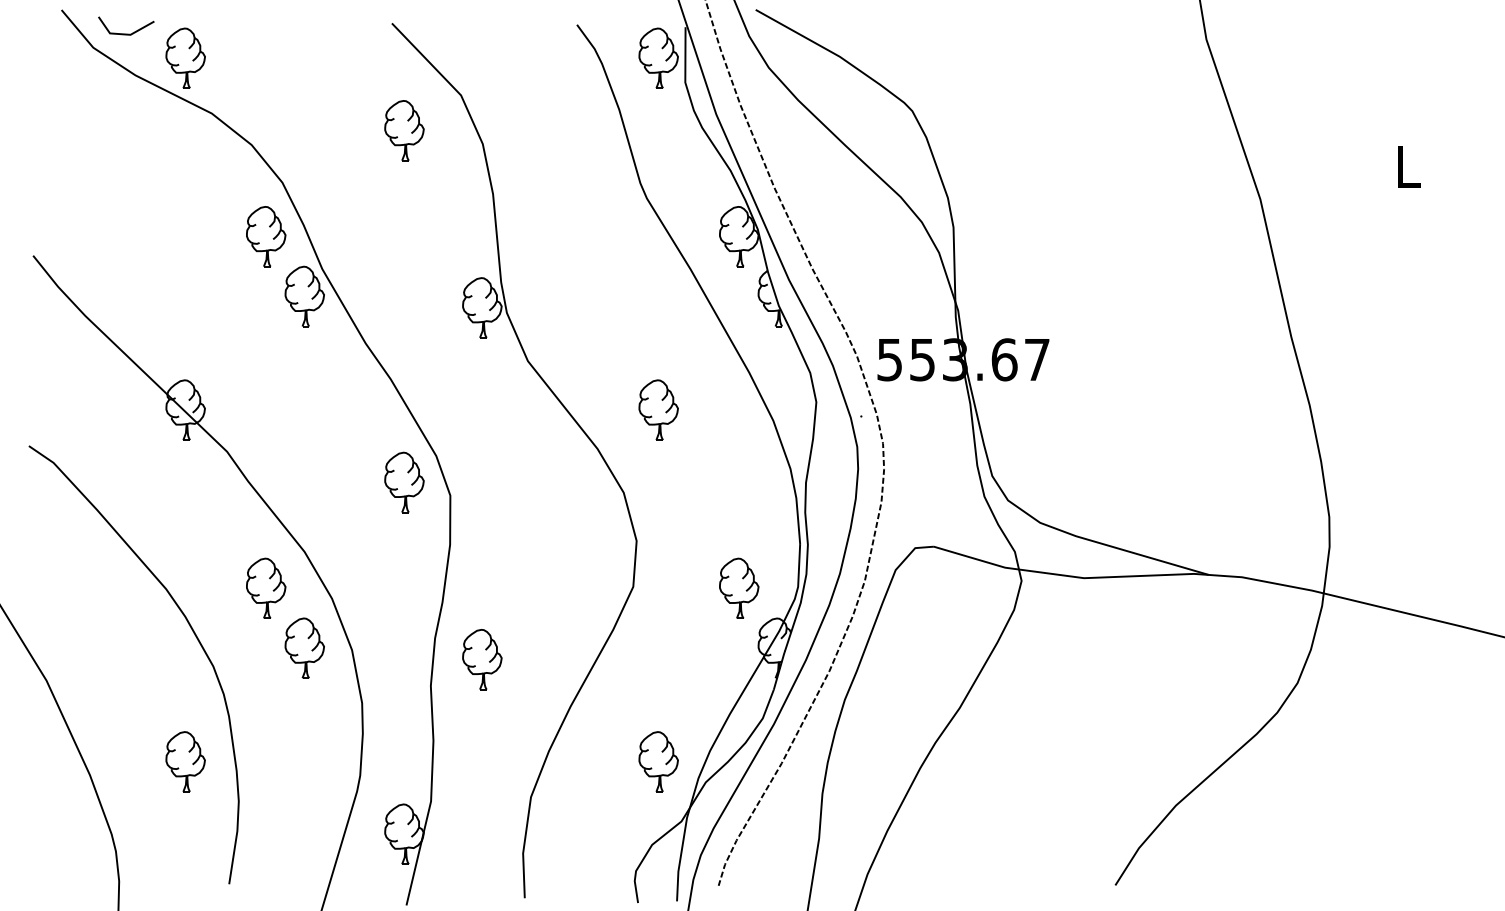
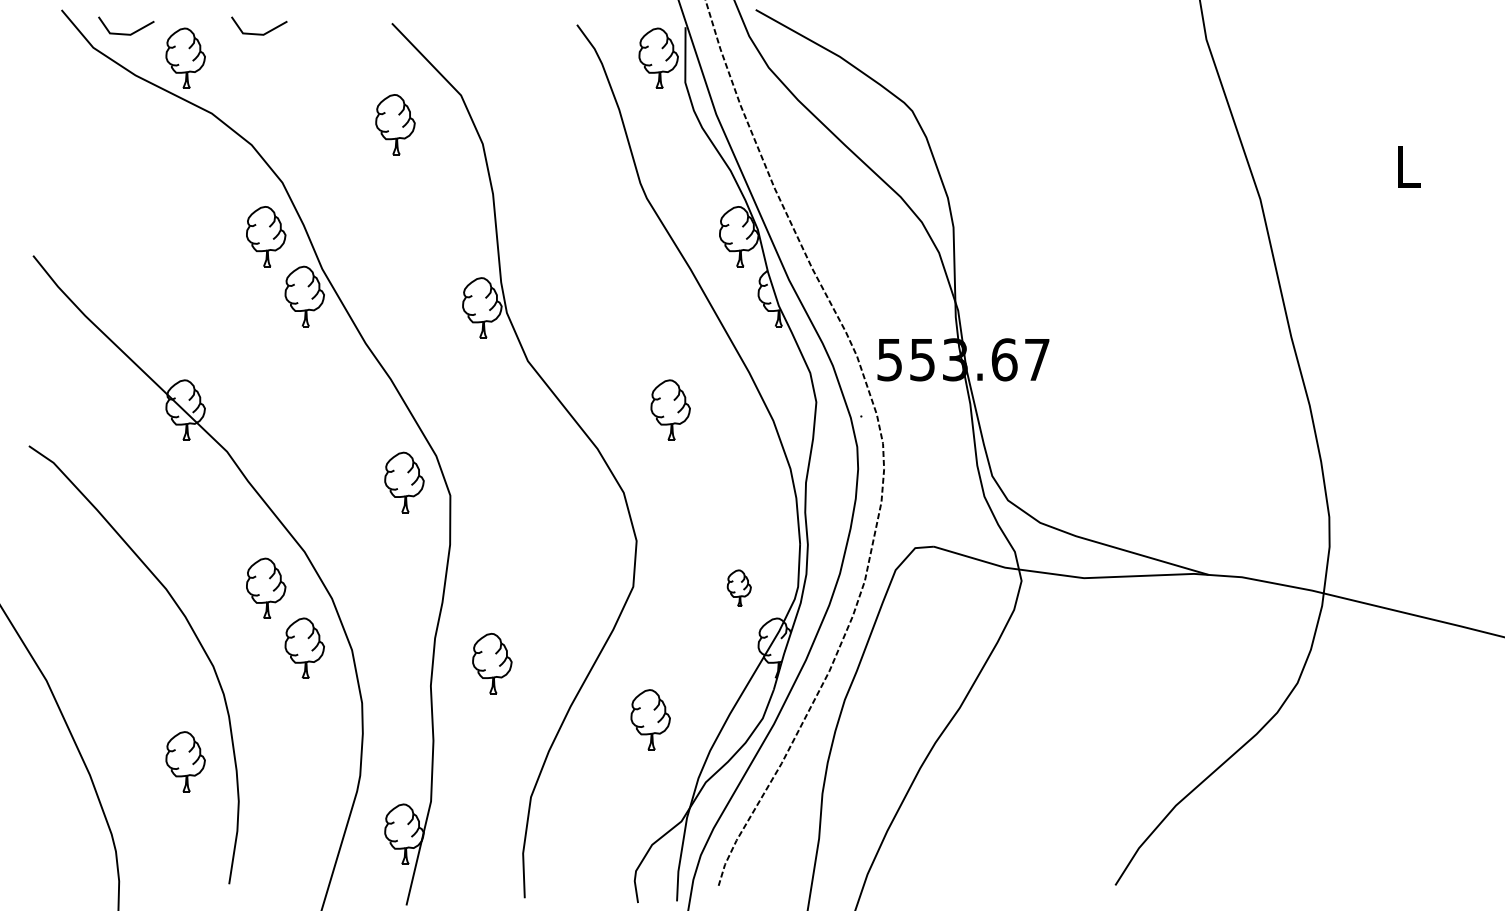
line at (259, 33): none -> present
part at (404, 130) position: (404, 130) -> (395, 124)
part at (658, 409) position: (658, 409) -> (670, 409)
part at (739, 587) size: 41x62 px -> 26x38 px
part at (482, 659) position: (482, 659) -> (492, 663)
part at (658, 761) position: (658, 761) -> (650, 719)
